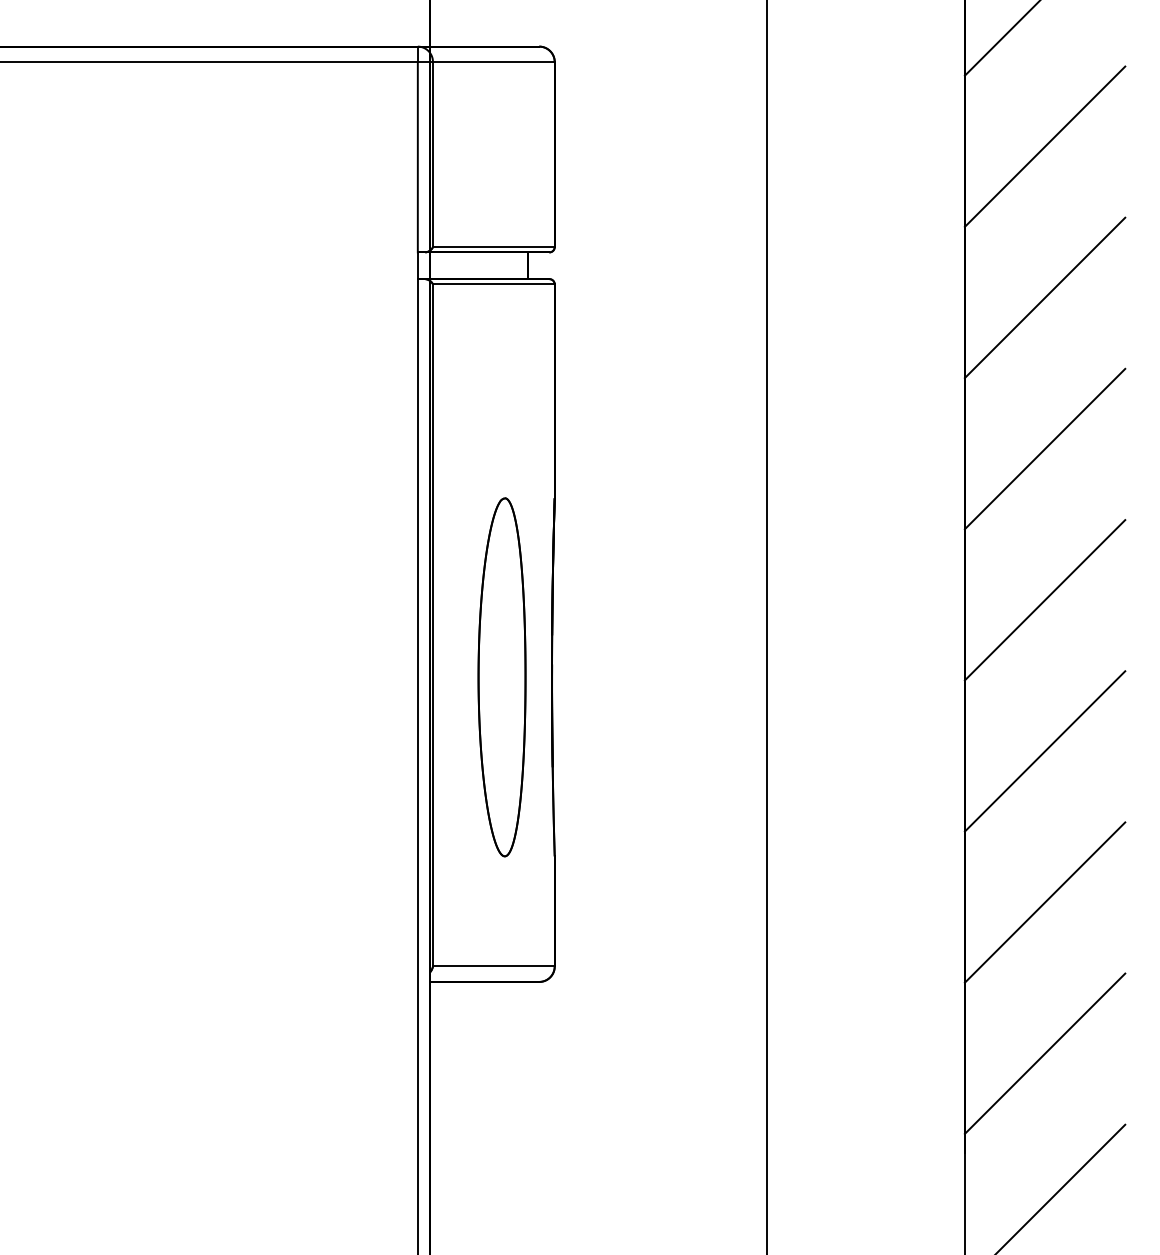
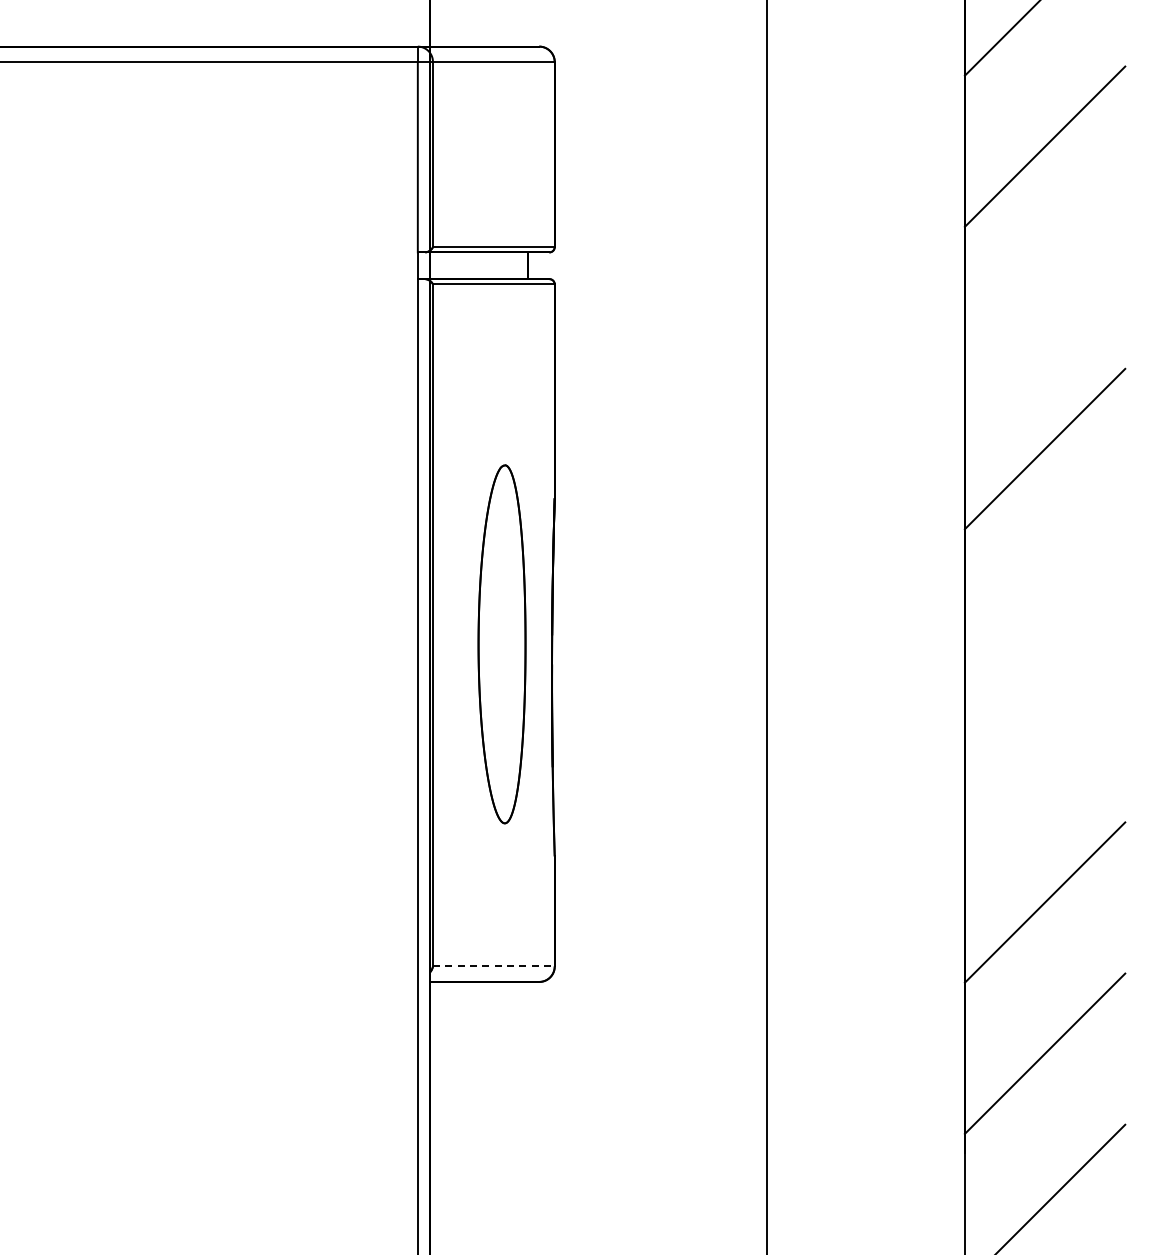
line at (1044, 297): present -> none
line at (1044, 600): present -> none
part at (501, 677) position: (501, 677) -> (501, 644)
line at (1044, 751): present -> none
line at (493, 966): solid -> dashed
